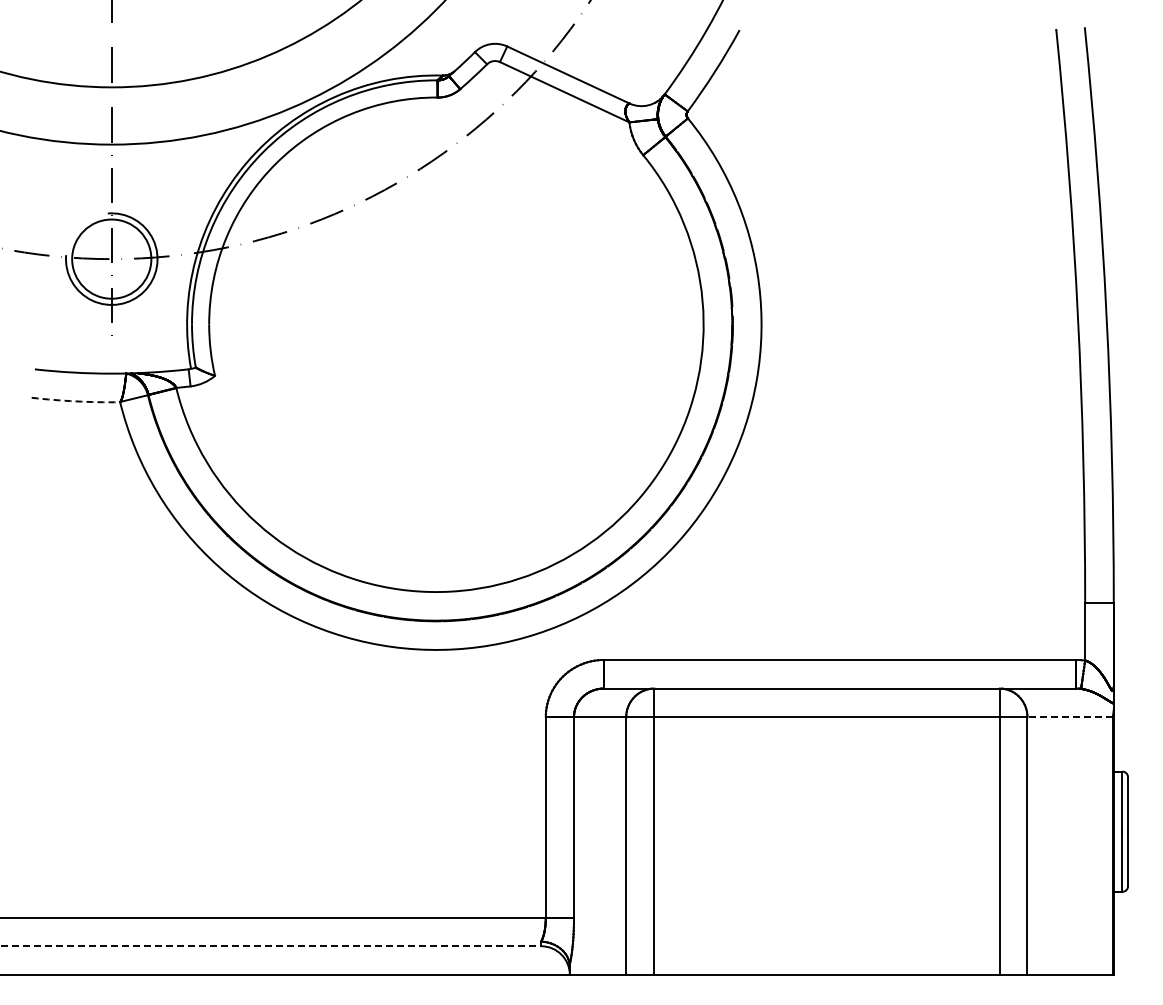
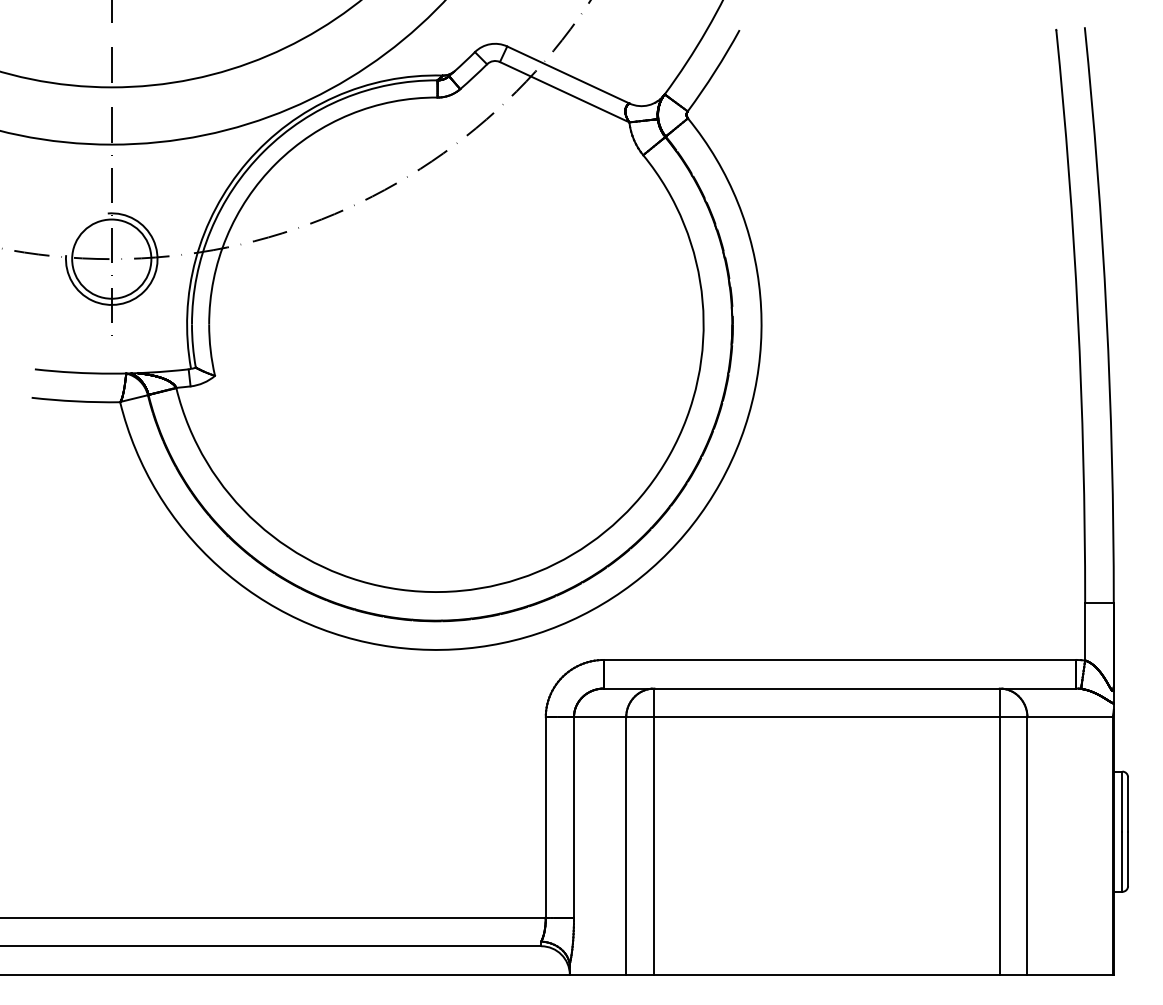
arc at (75, 401): dashed -> solid
line at (1070, 717): dashed -> solid
line at (271, 946): dashed -> solid
